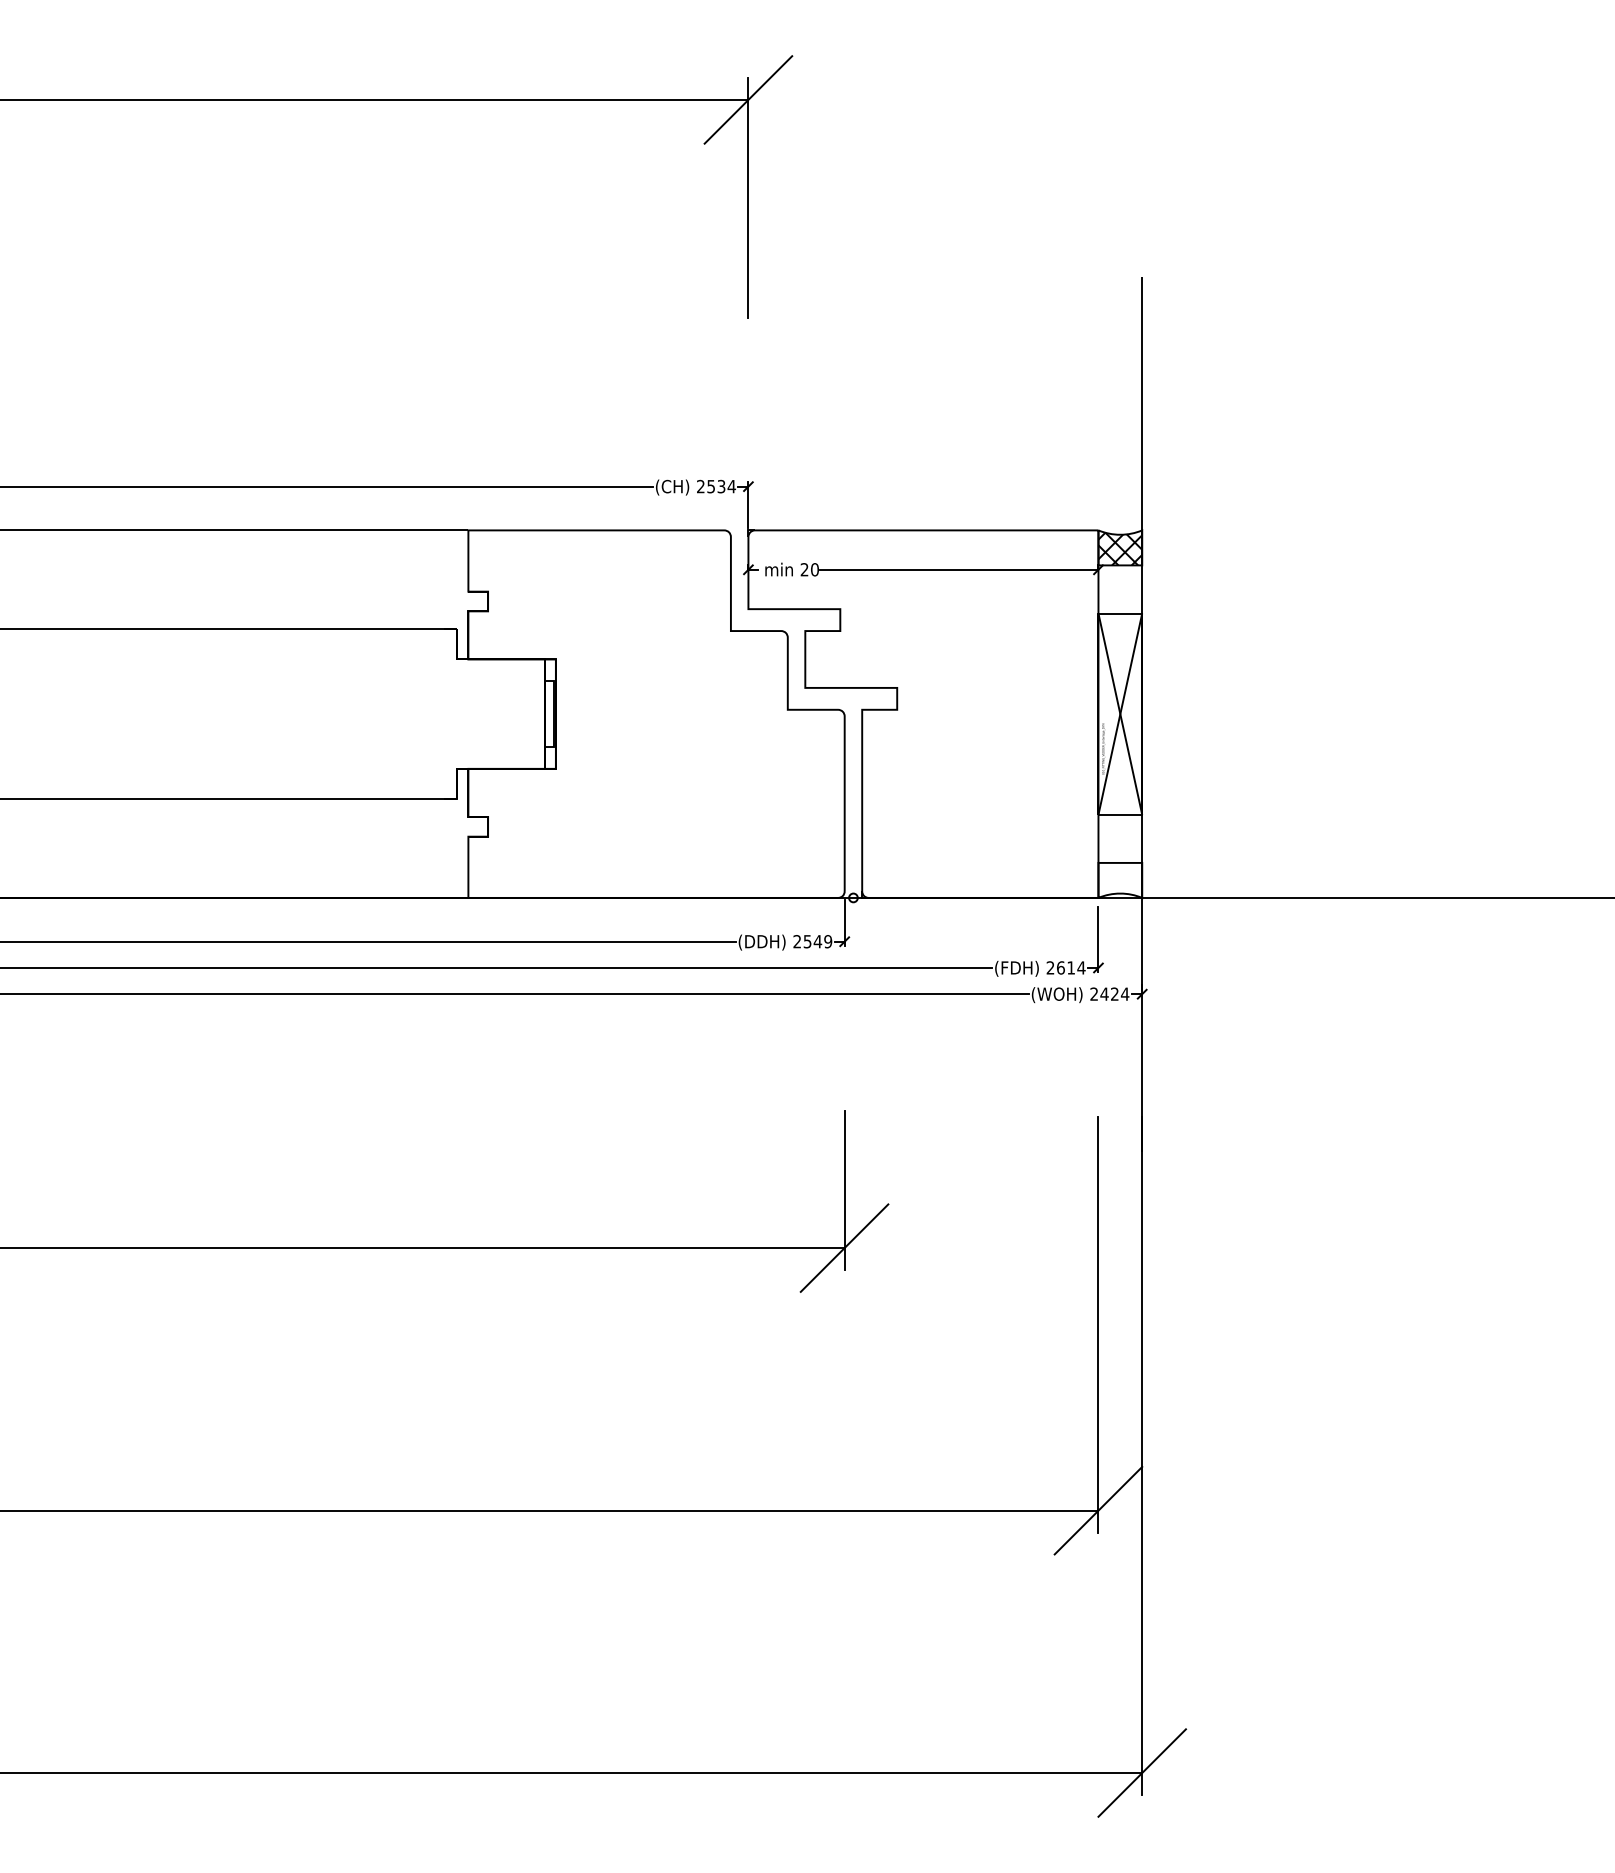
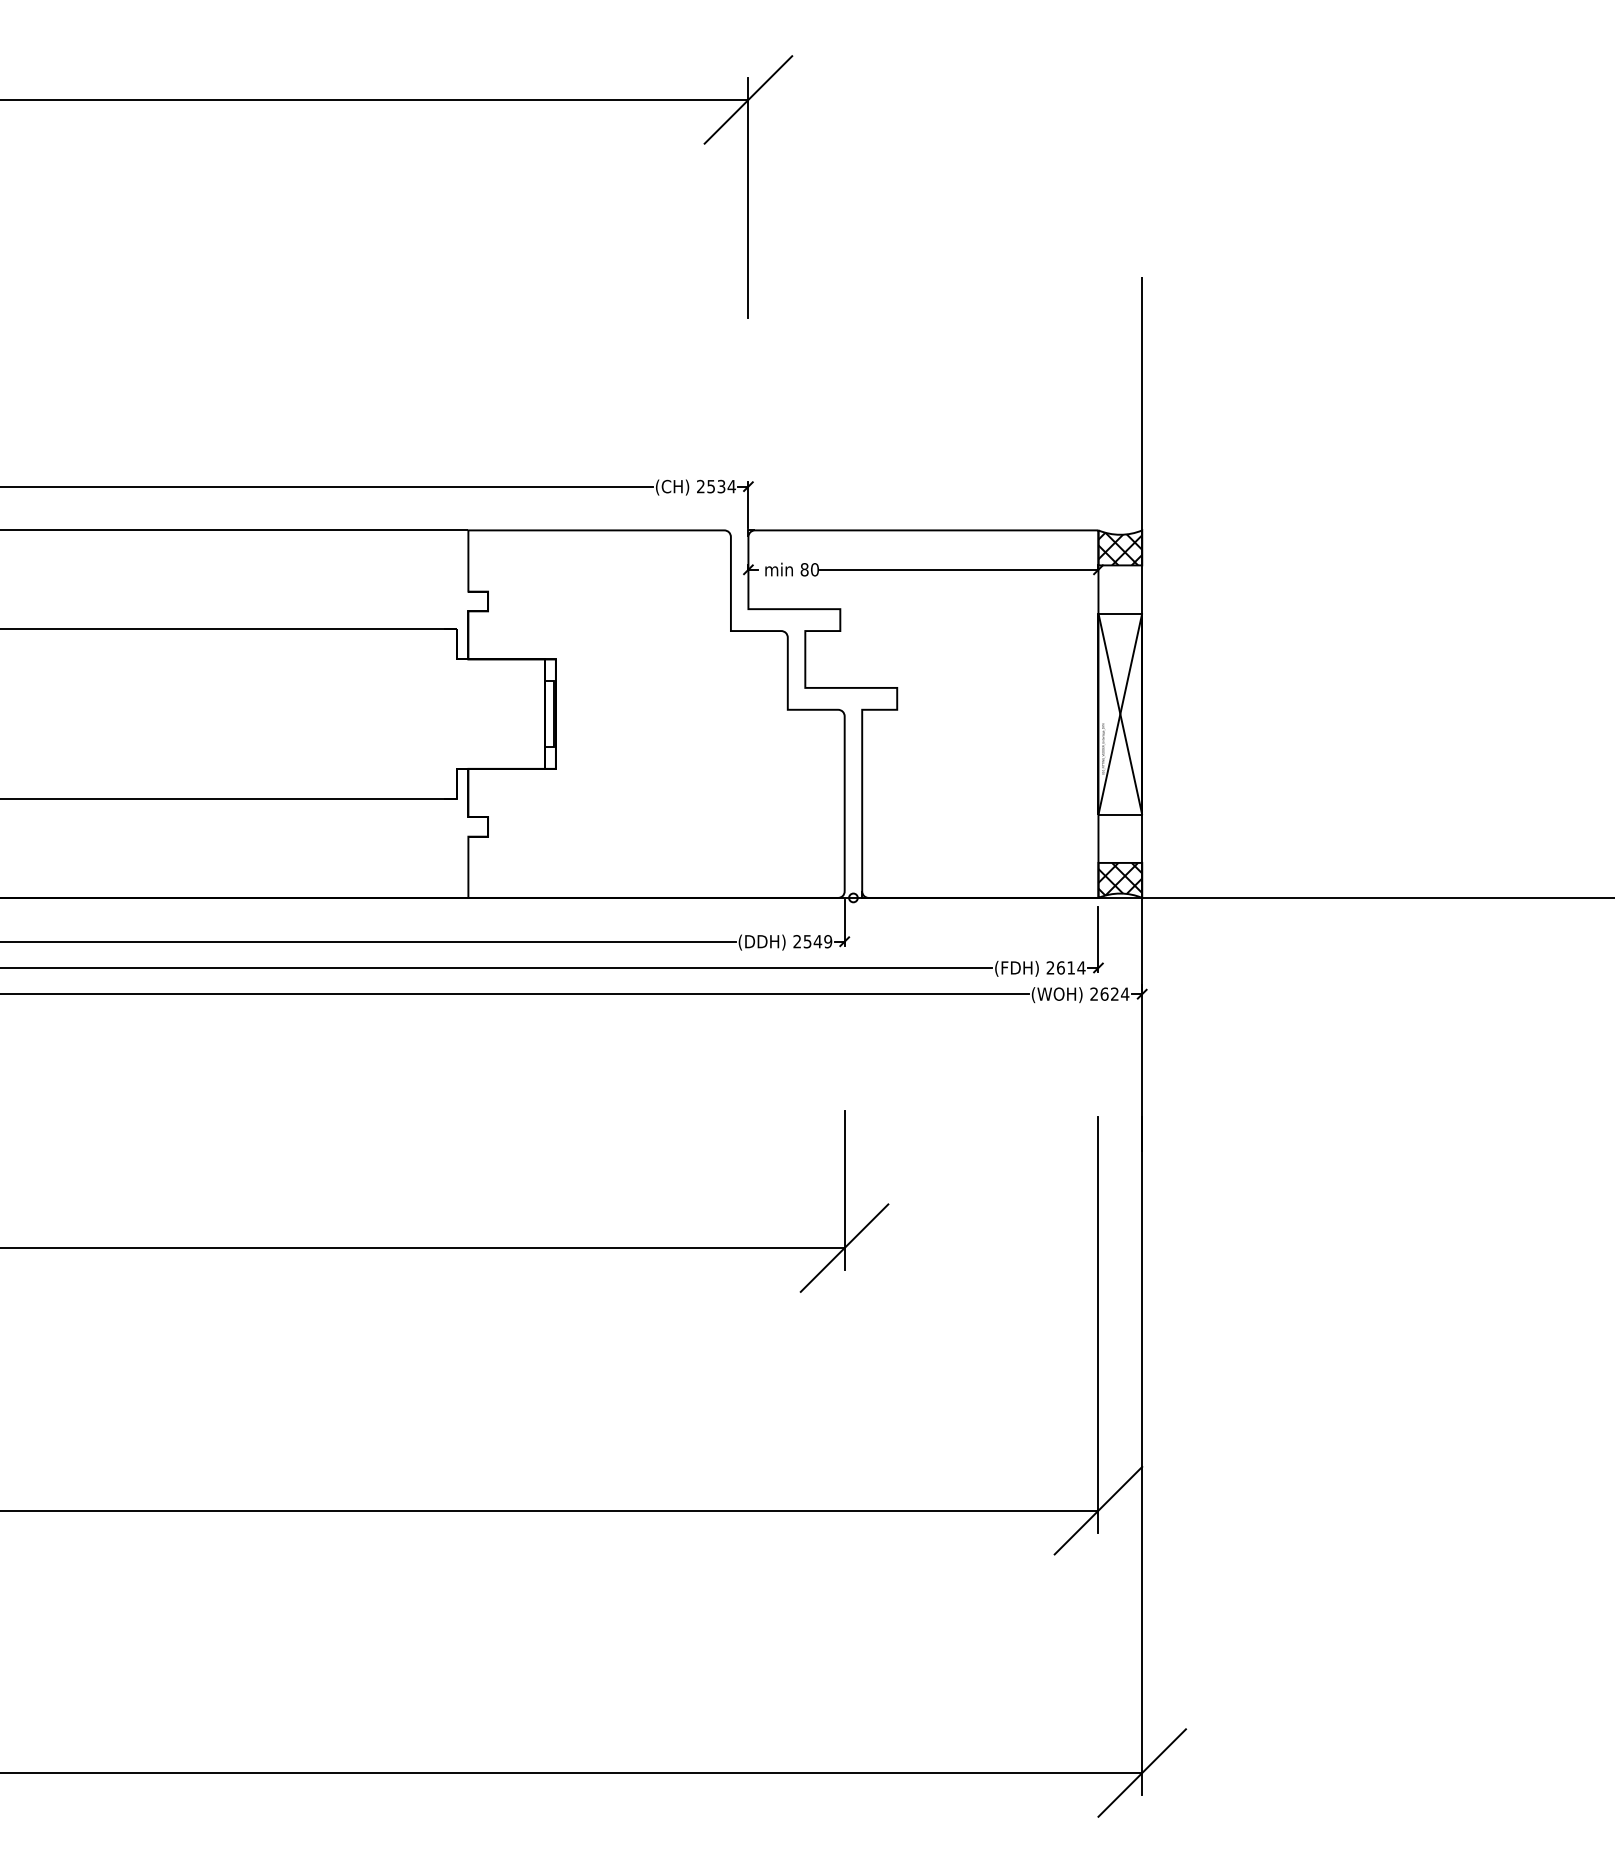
text at (804, 569): 20 -> 80
hatch at (1120, 878): none -> present
text at (1104, 993): 2424 -> 2624
